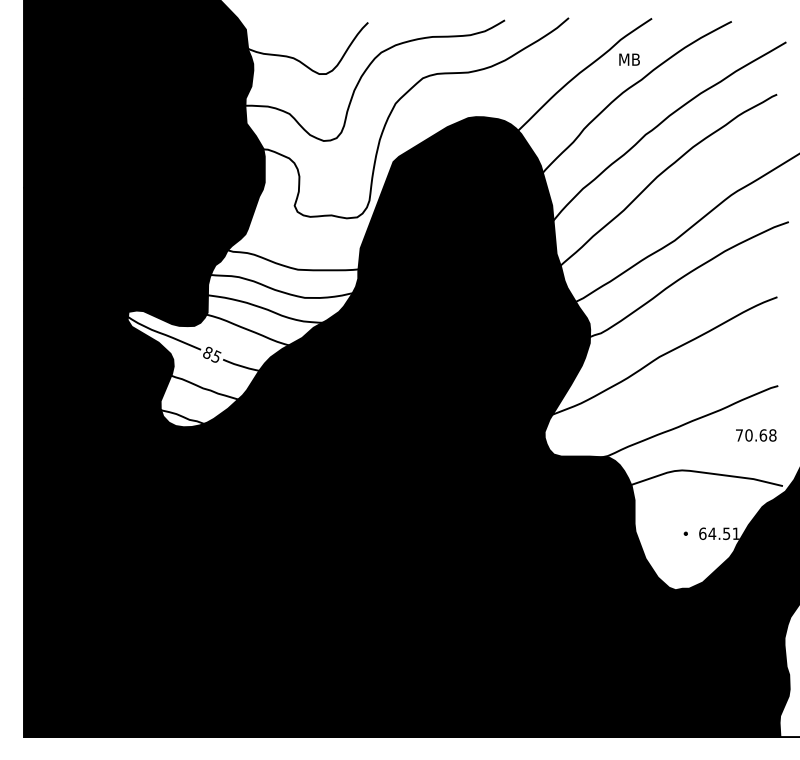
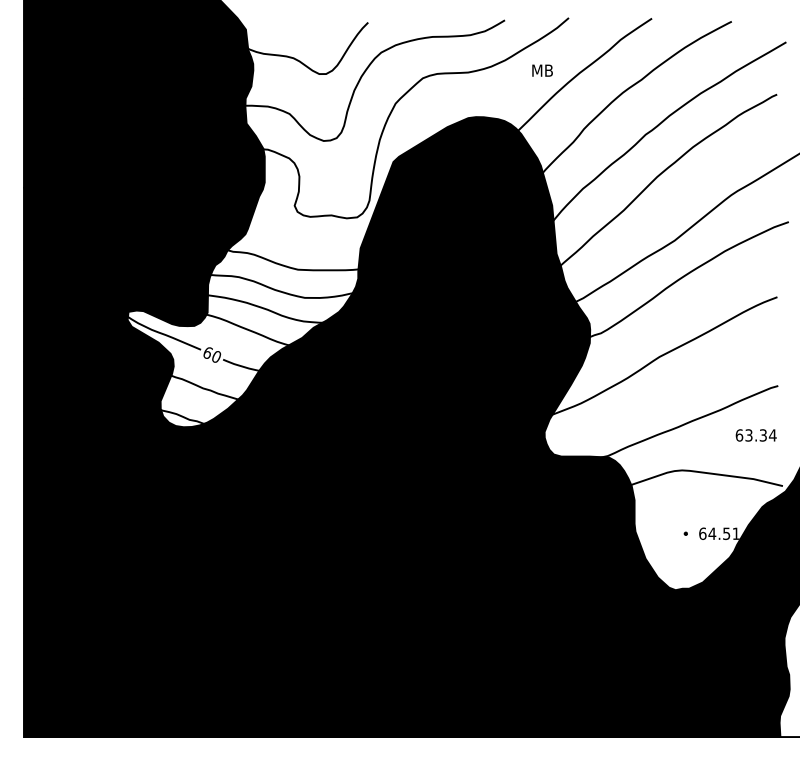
text at (629, 59) position: (629, 59) -> (542, 70)
text at (212, 354): 85 -> 60
text at (755, 435): 70.68 -> 63.34
